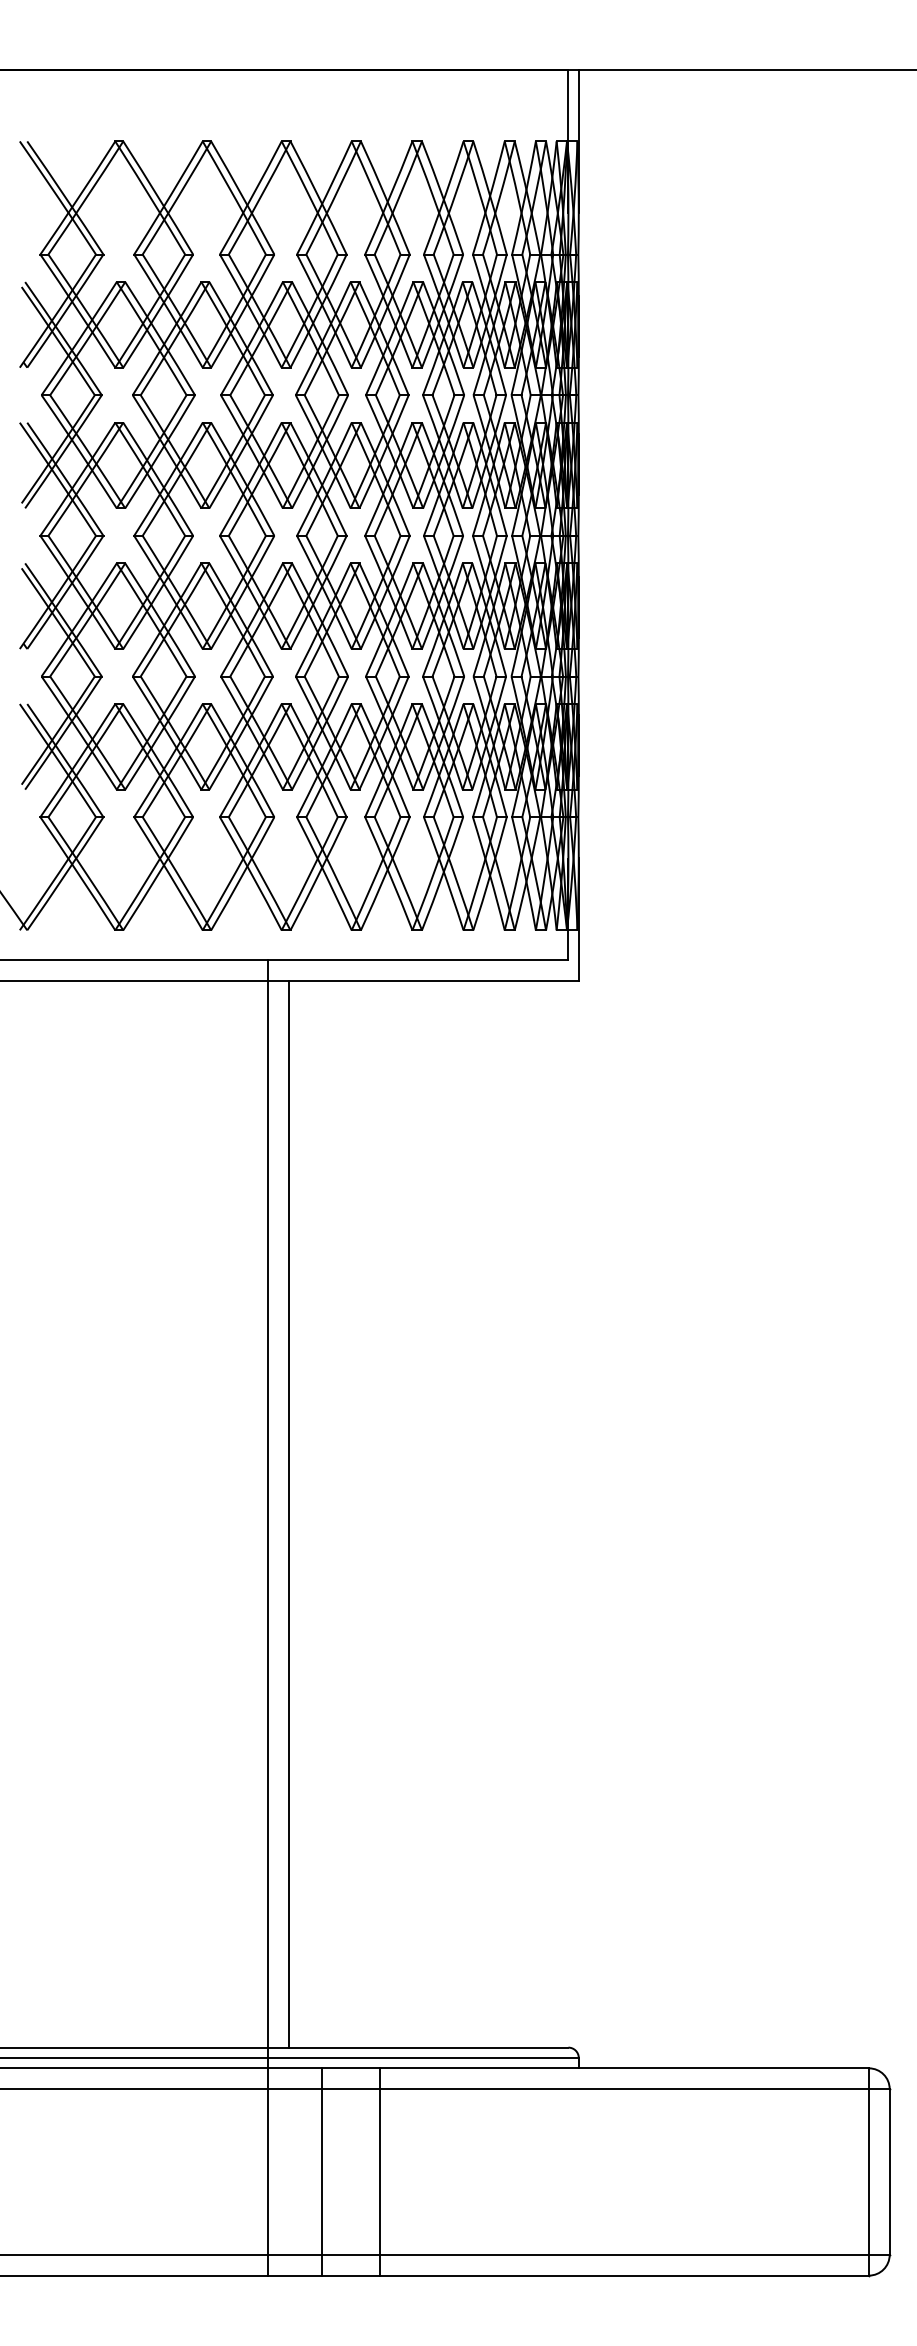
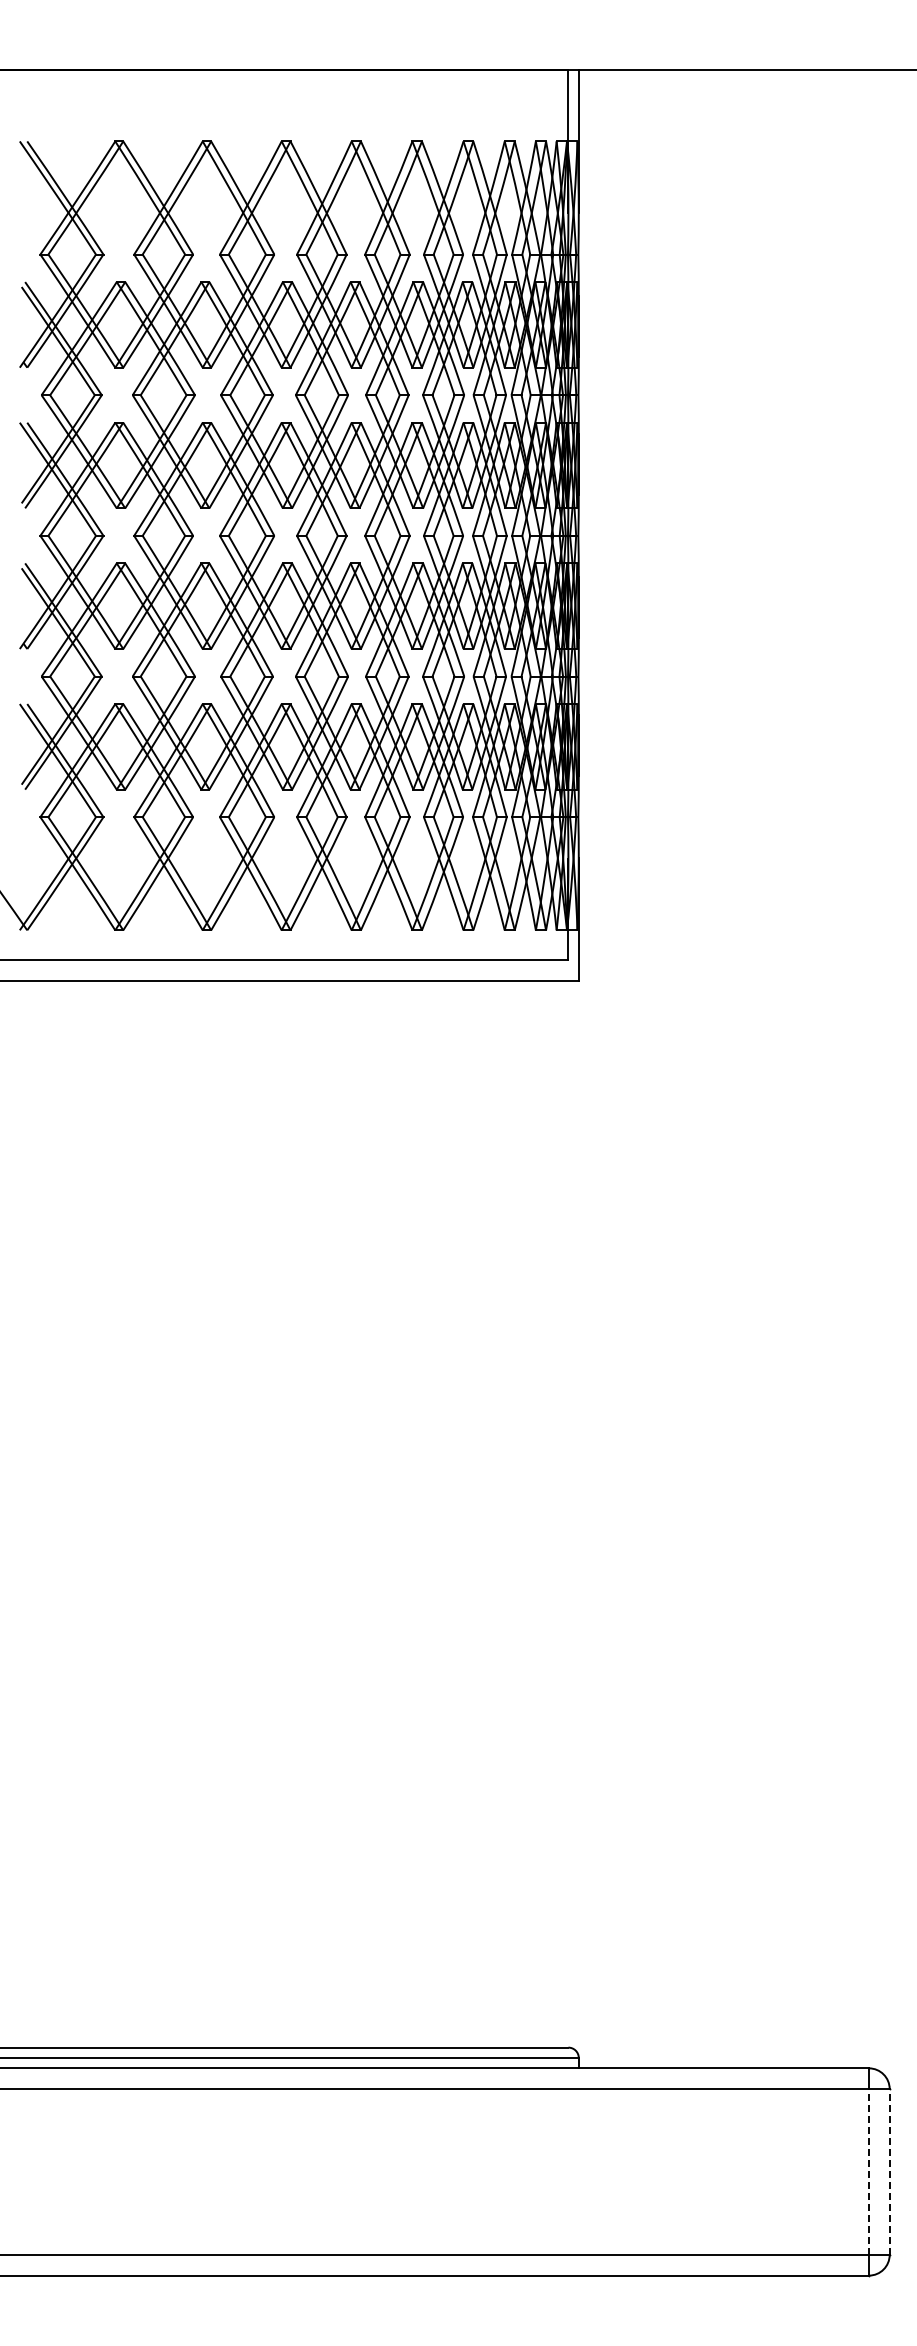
line at (288, 1513): present -> none
line at (267, 1617): present -> none
line at (321, 2171): present -> none
line at (379, 2171): present -> none
line at (868, 2171): solid -> dashed
line at (889, 2171): solid -> dashed
